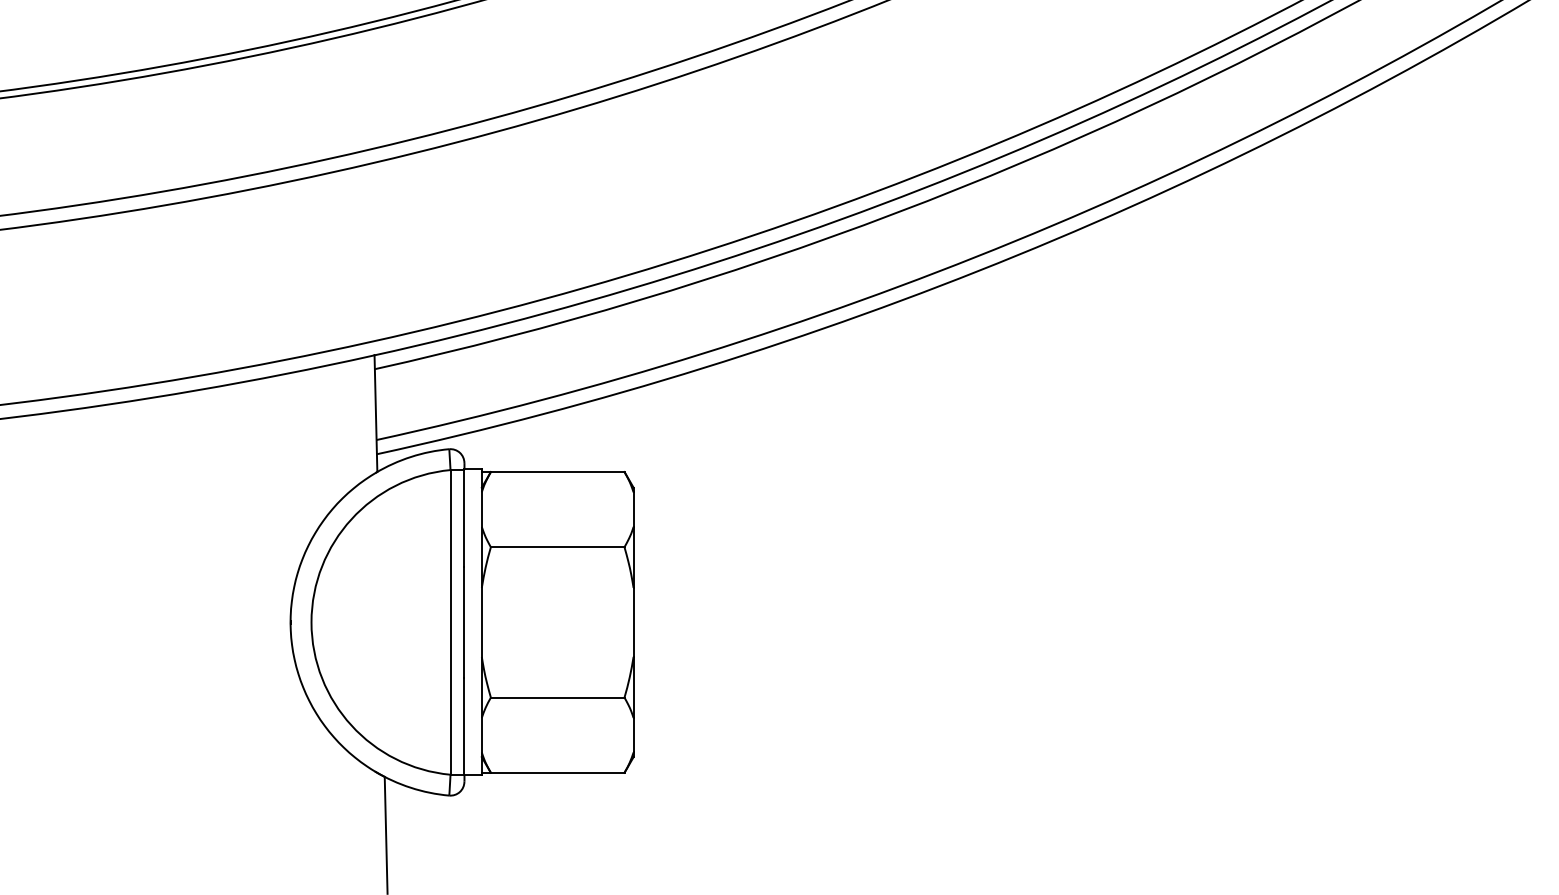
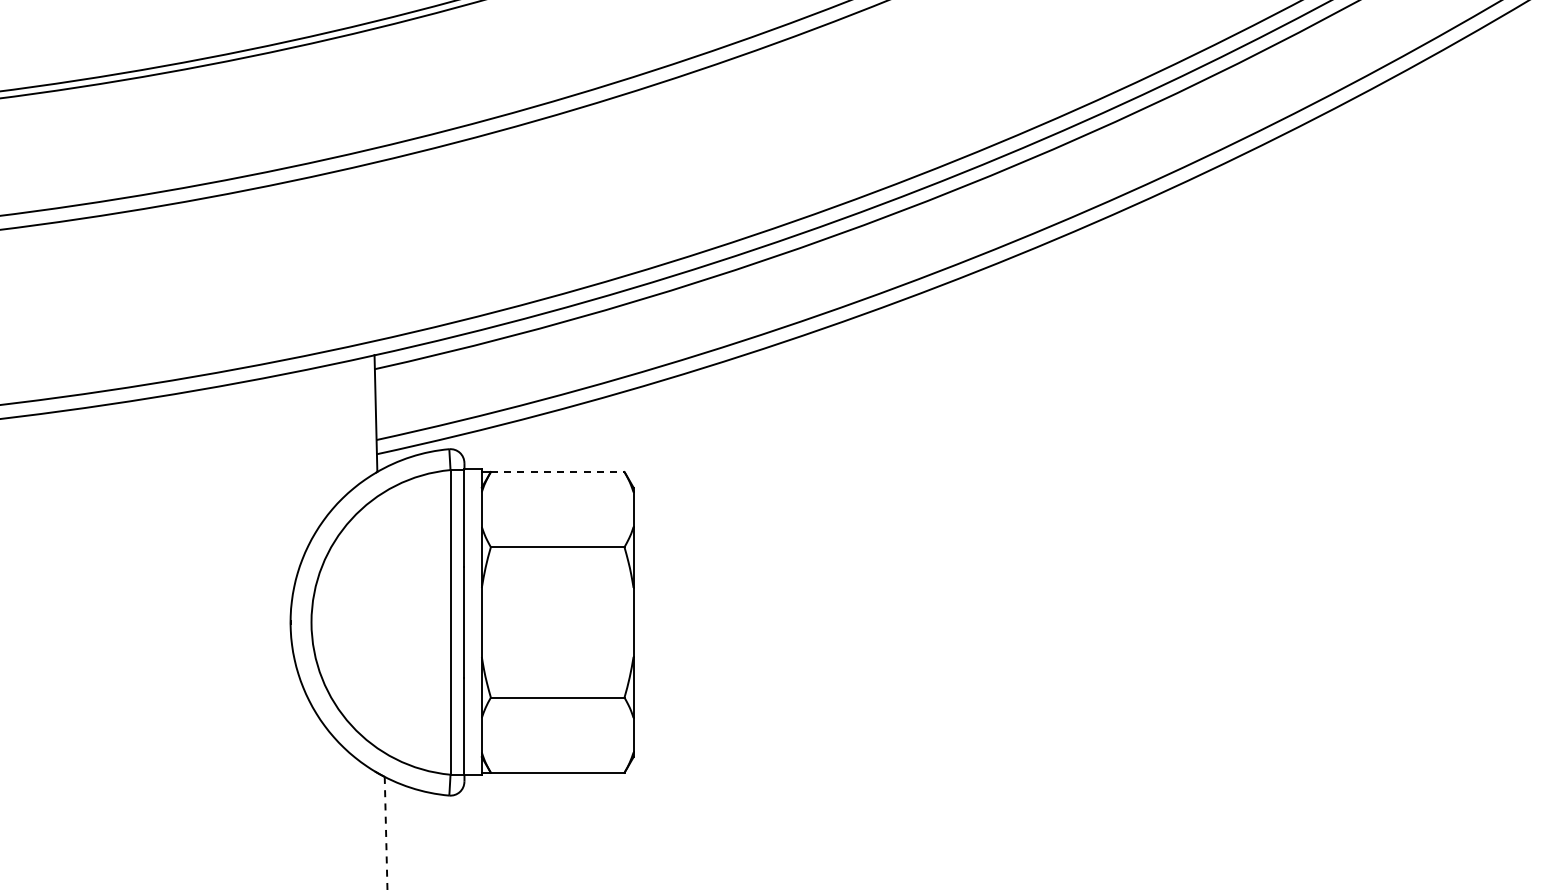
line at (557, 472): solid -> dashed
line at (386, 835): solid -> dashed
